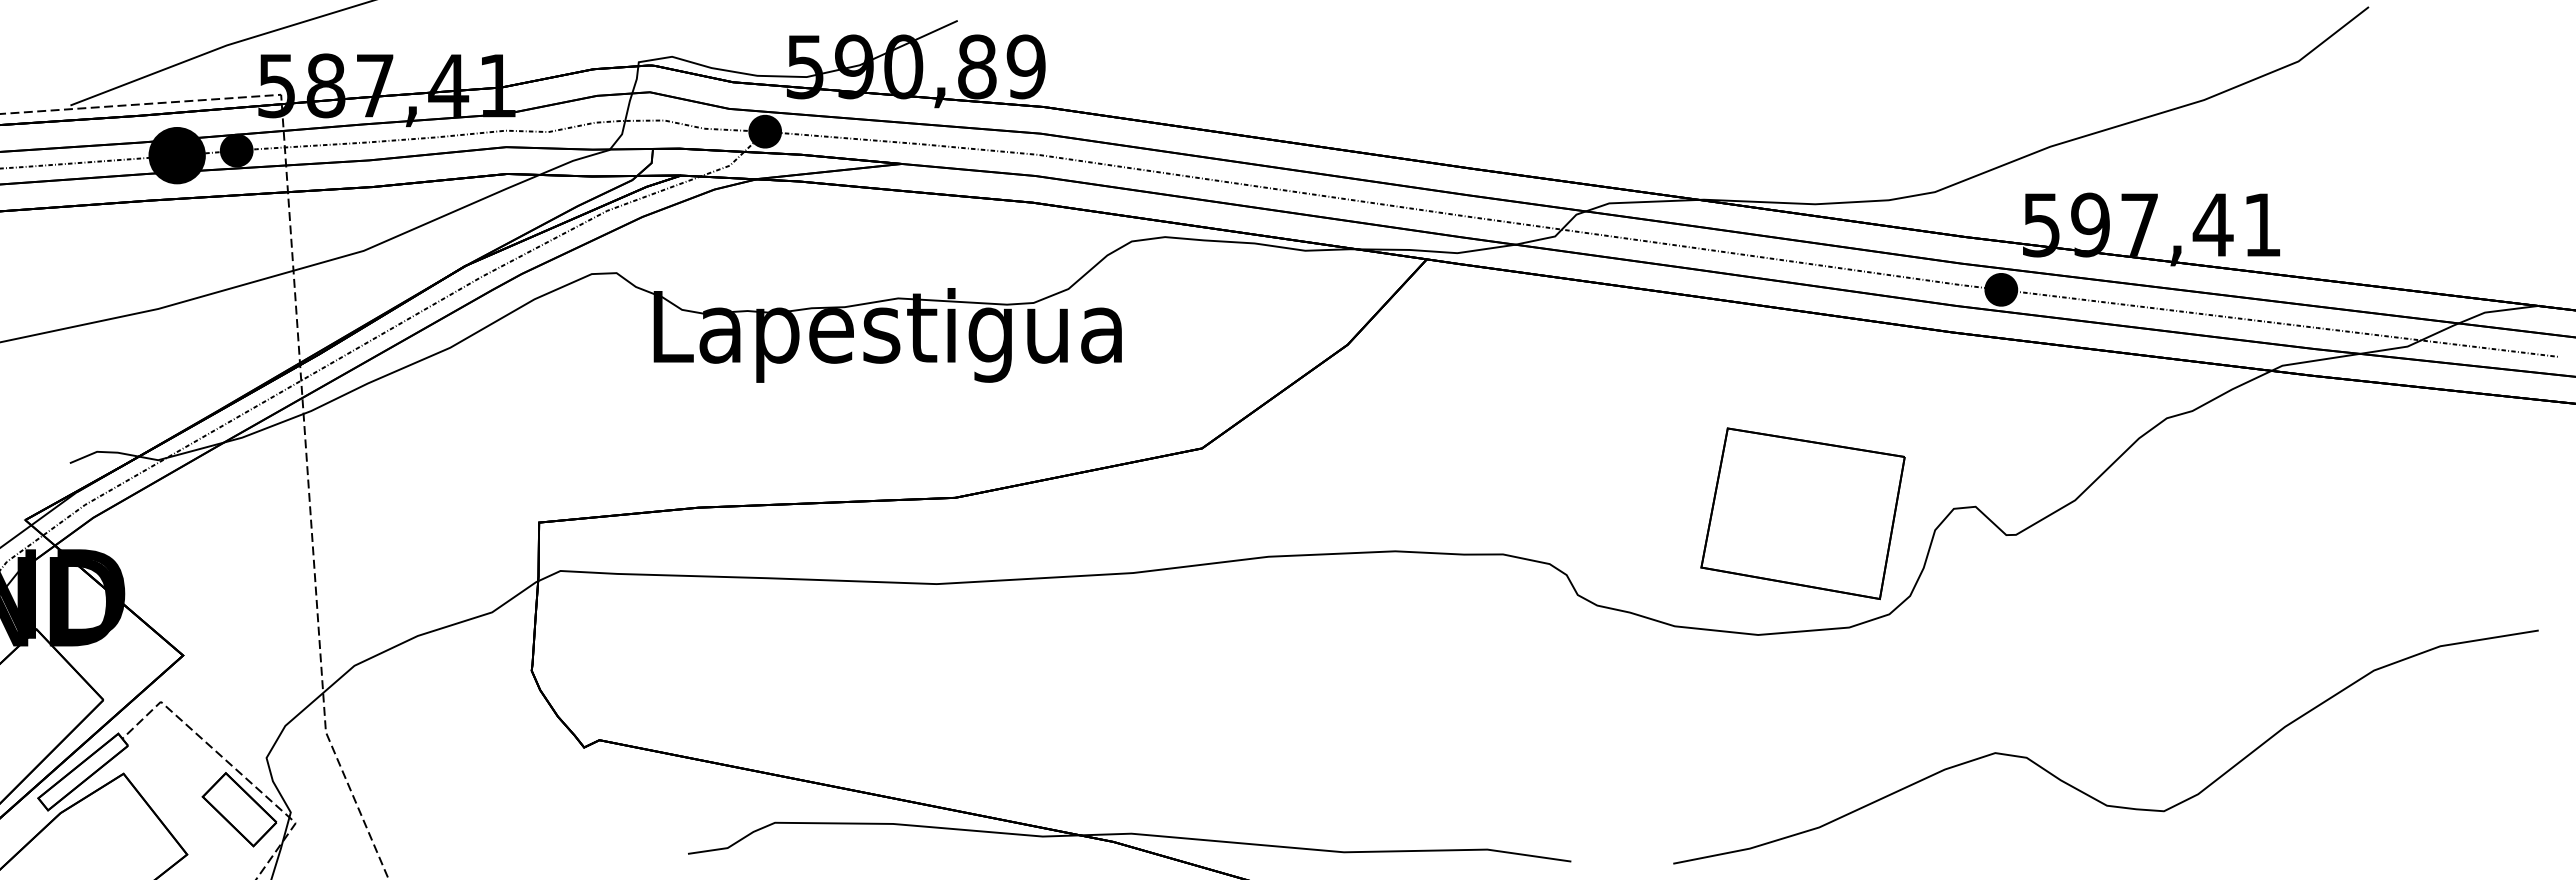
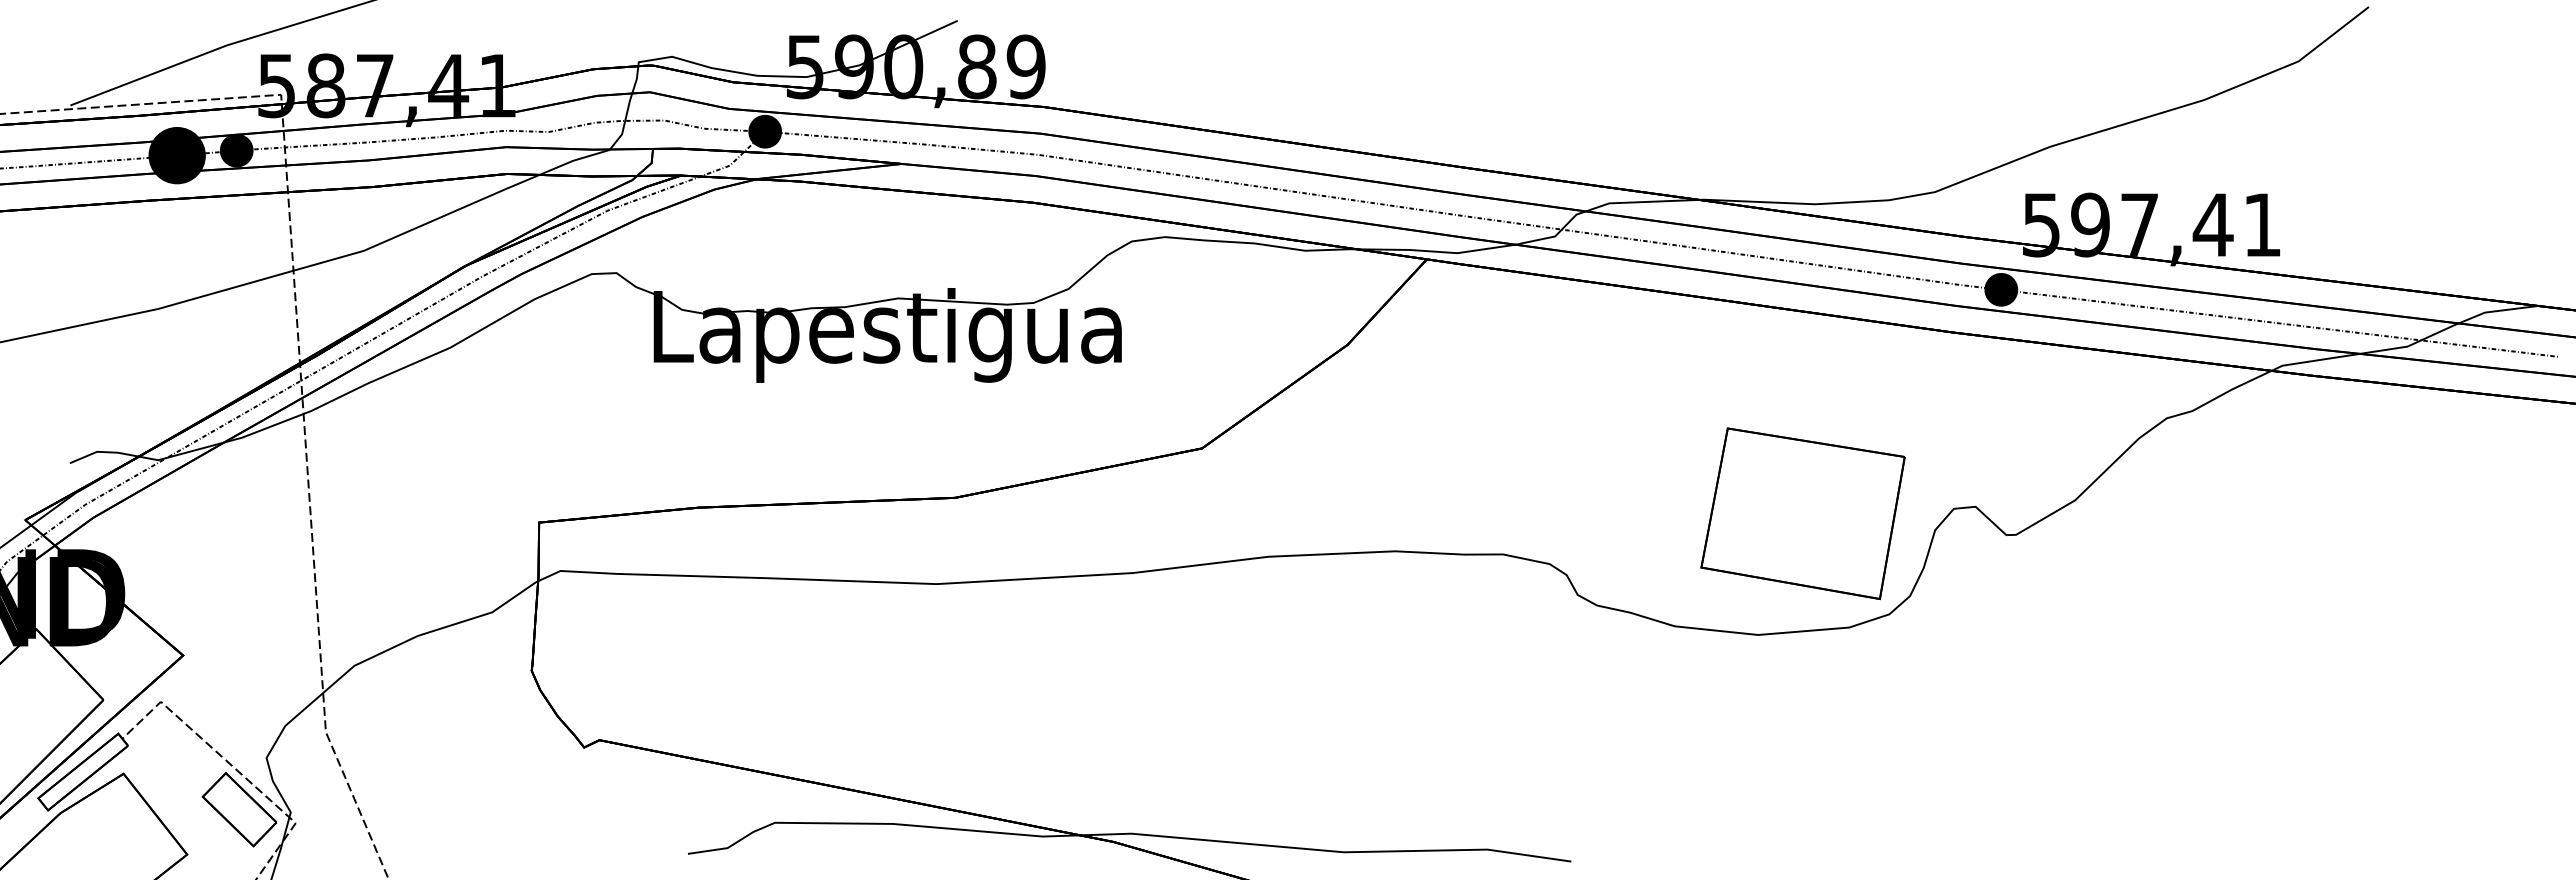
curve at (2083, 791): present -> none
